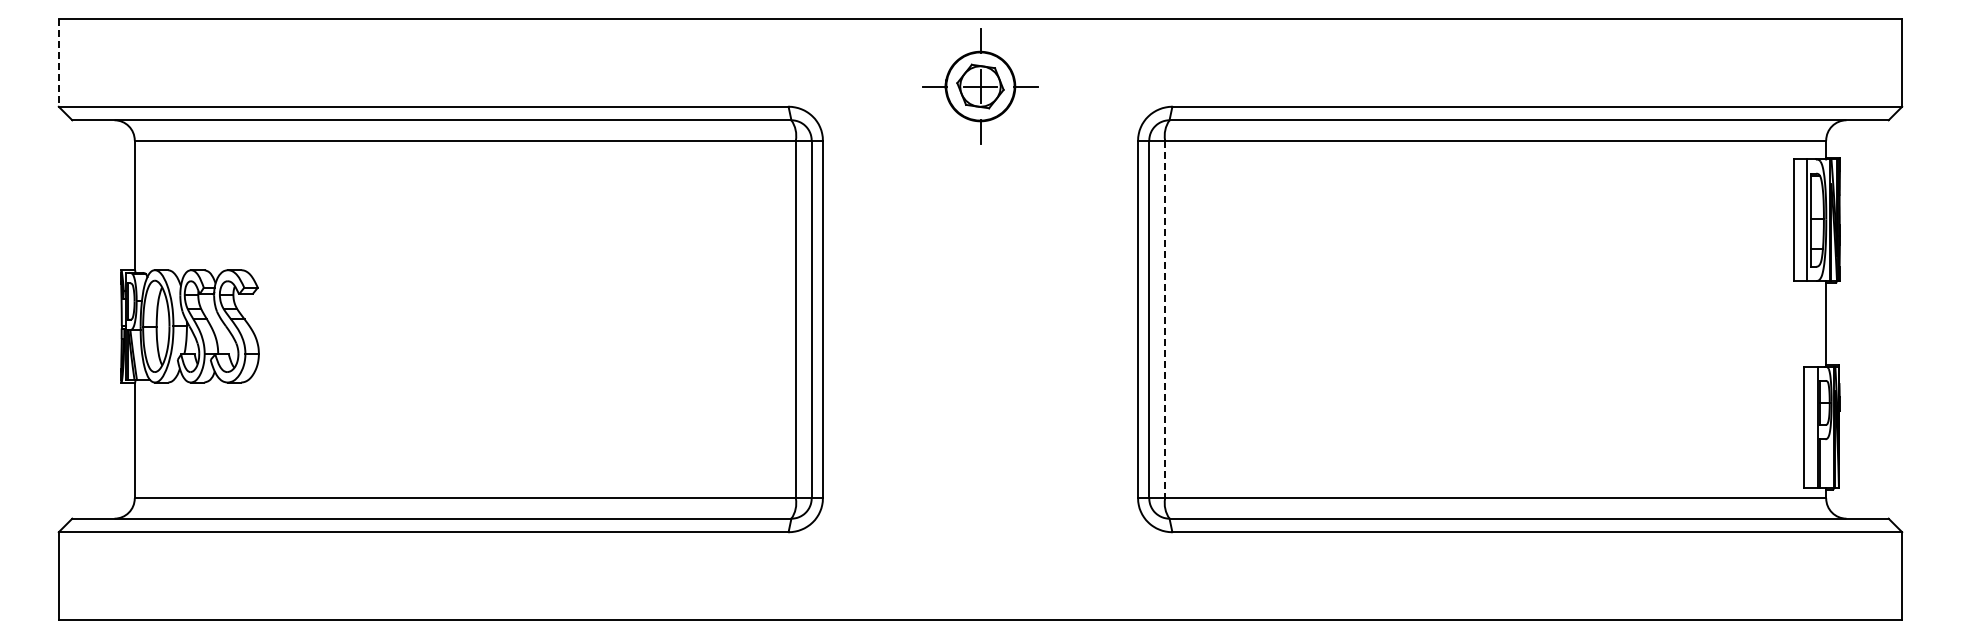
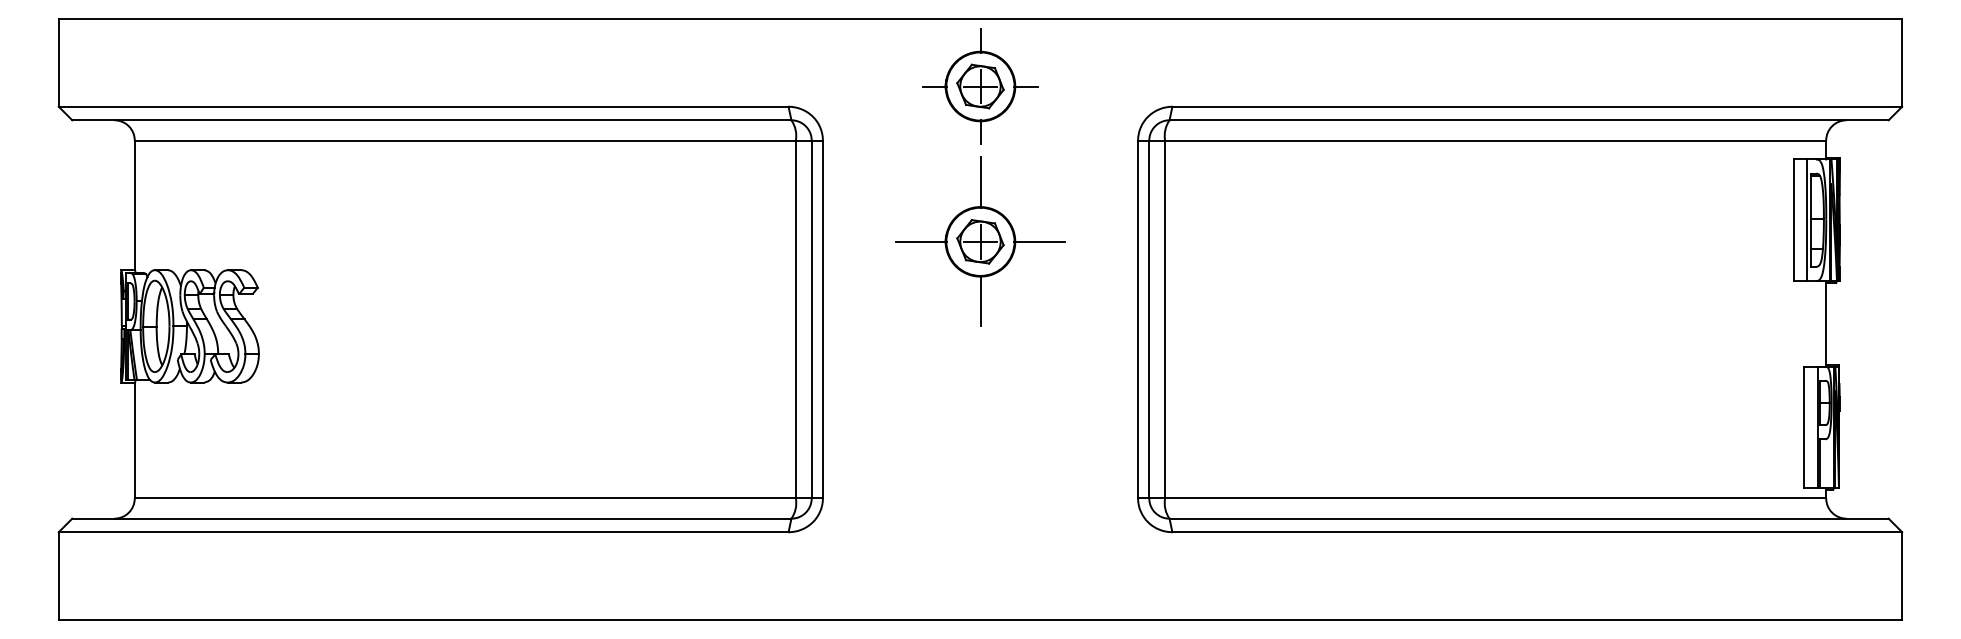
line at (58, 62): dashed -> solid
part at (980, 241): none -> present
line at (1165, 319): dashed -> solid
